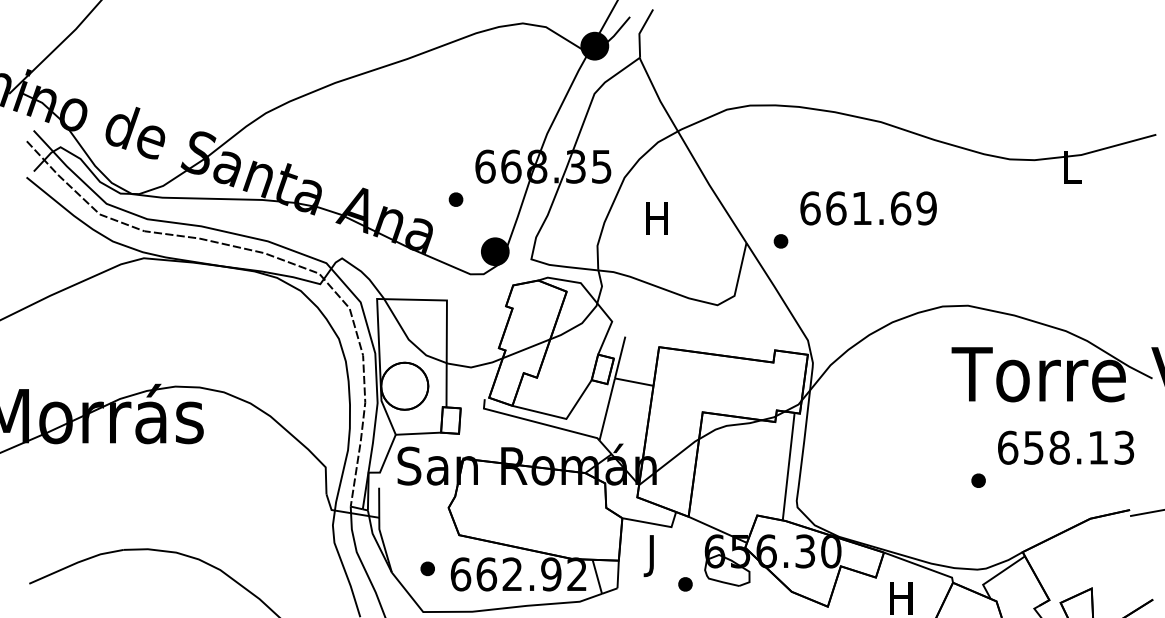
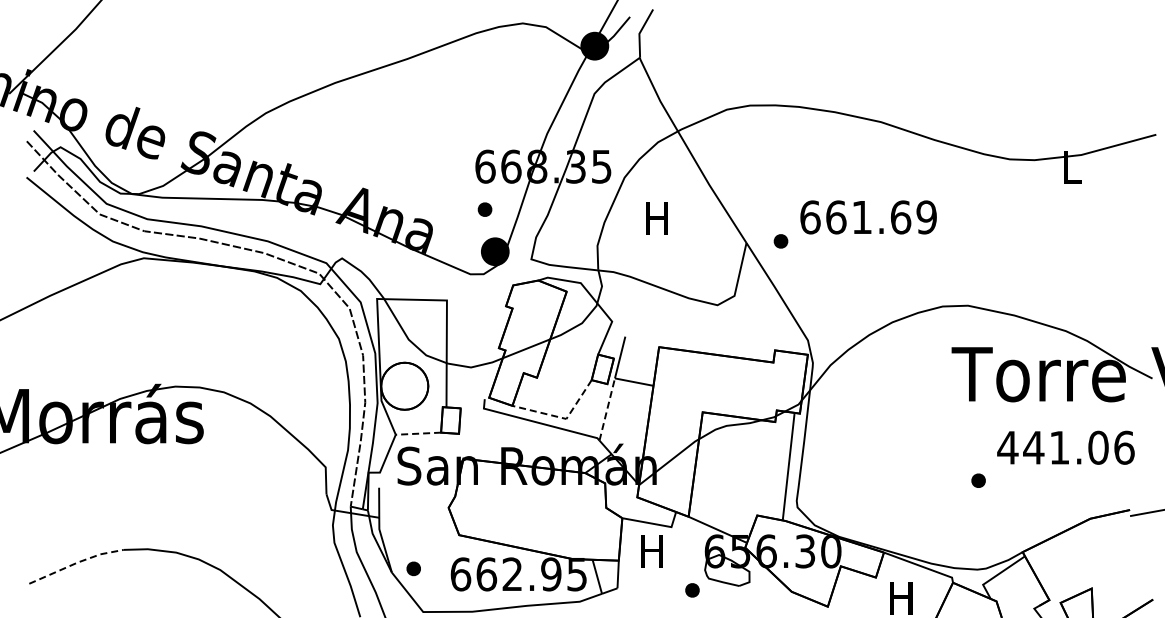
part at (455, 199) position: (455, 199) -> (484, 209)
text at (868, 208) position: (868, 208) -> (868, 217)
line at (607, 409): solid -> dashed
line at (562, 418): solid -> dashed
line at (418, 433): solid -> dashed
text at (1065, 447): 658.13 -> 441.06
text at (651, 556): J -> H
line at (76, 563): solid -> dashed
part at (427, 568) position: (427, 568) -> (413, 568)
text at (576, 574): 662.92 -> 662.95
part at (685, 584) position: (685, 584) -> (692, 590)
